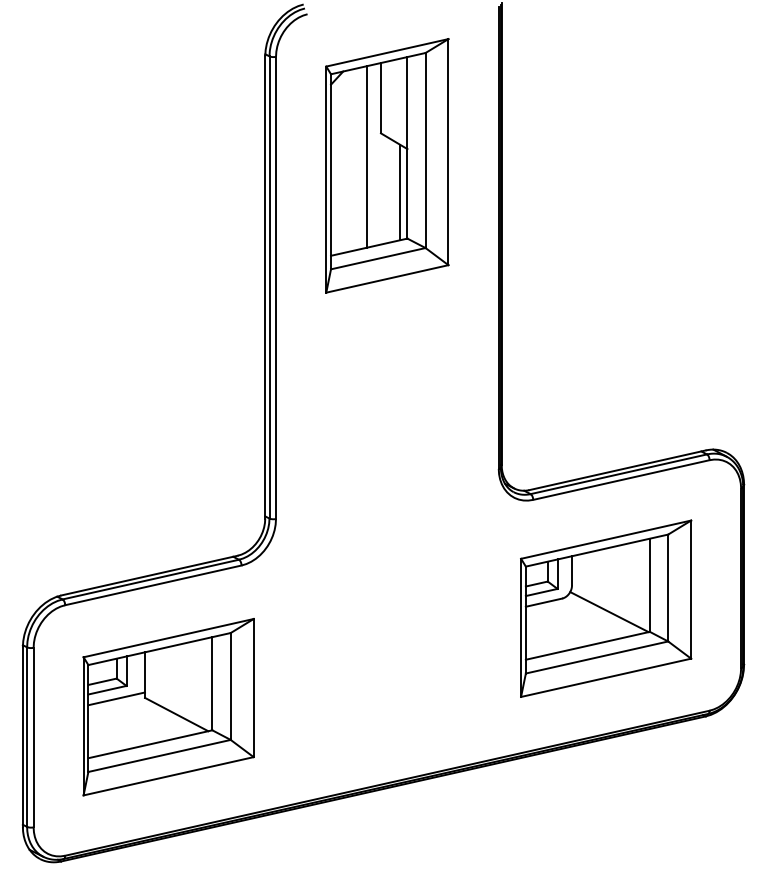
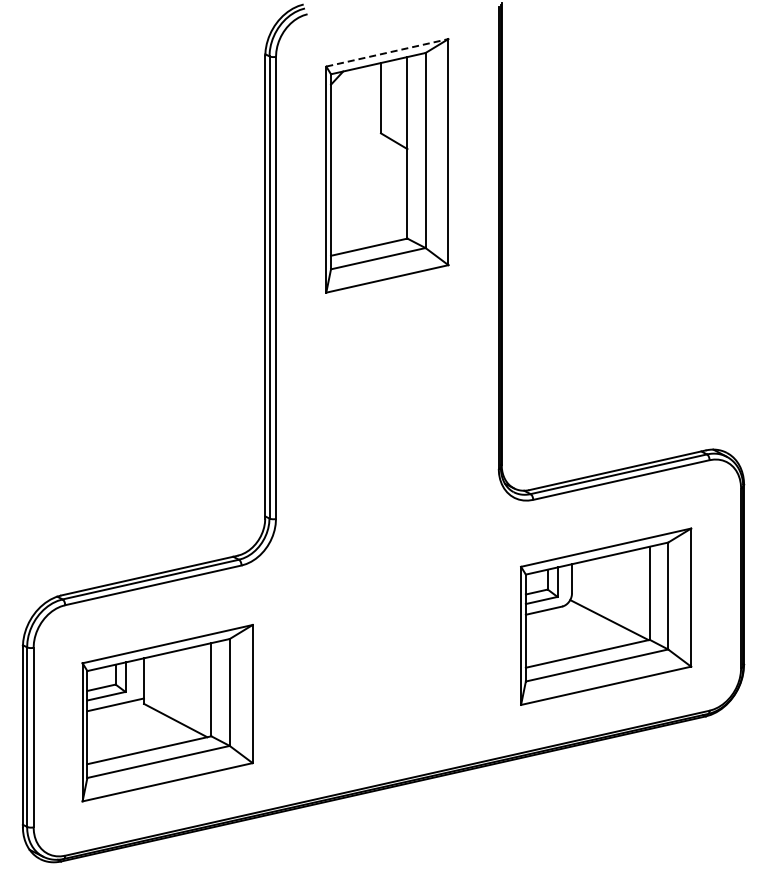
line at (387, 52): solid -> dashed
line at (366, 156): present -> none
line at (400, 192): present -> none
part at (606, 608) position: (606, 608) -> (606, 616)
part at (168, 707) position: (168, 707) -> (167, 713)
